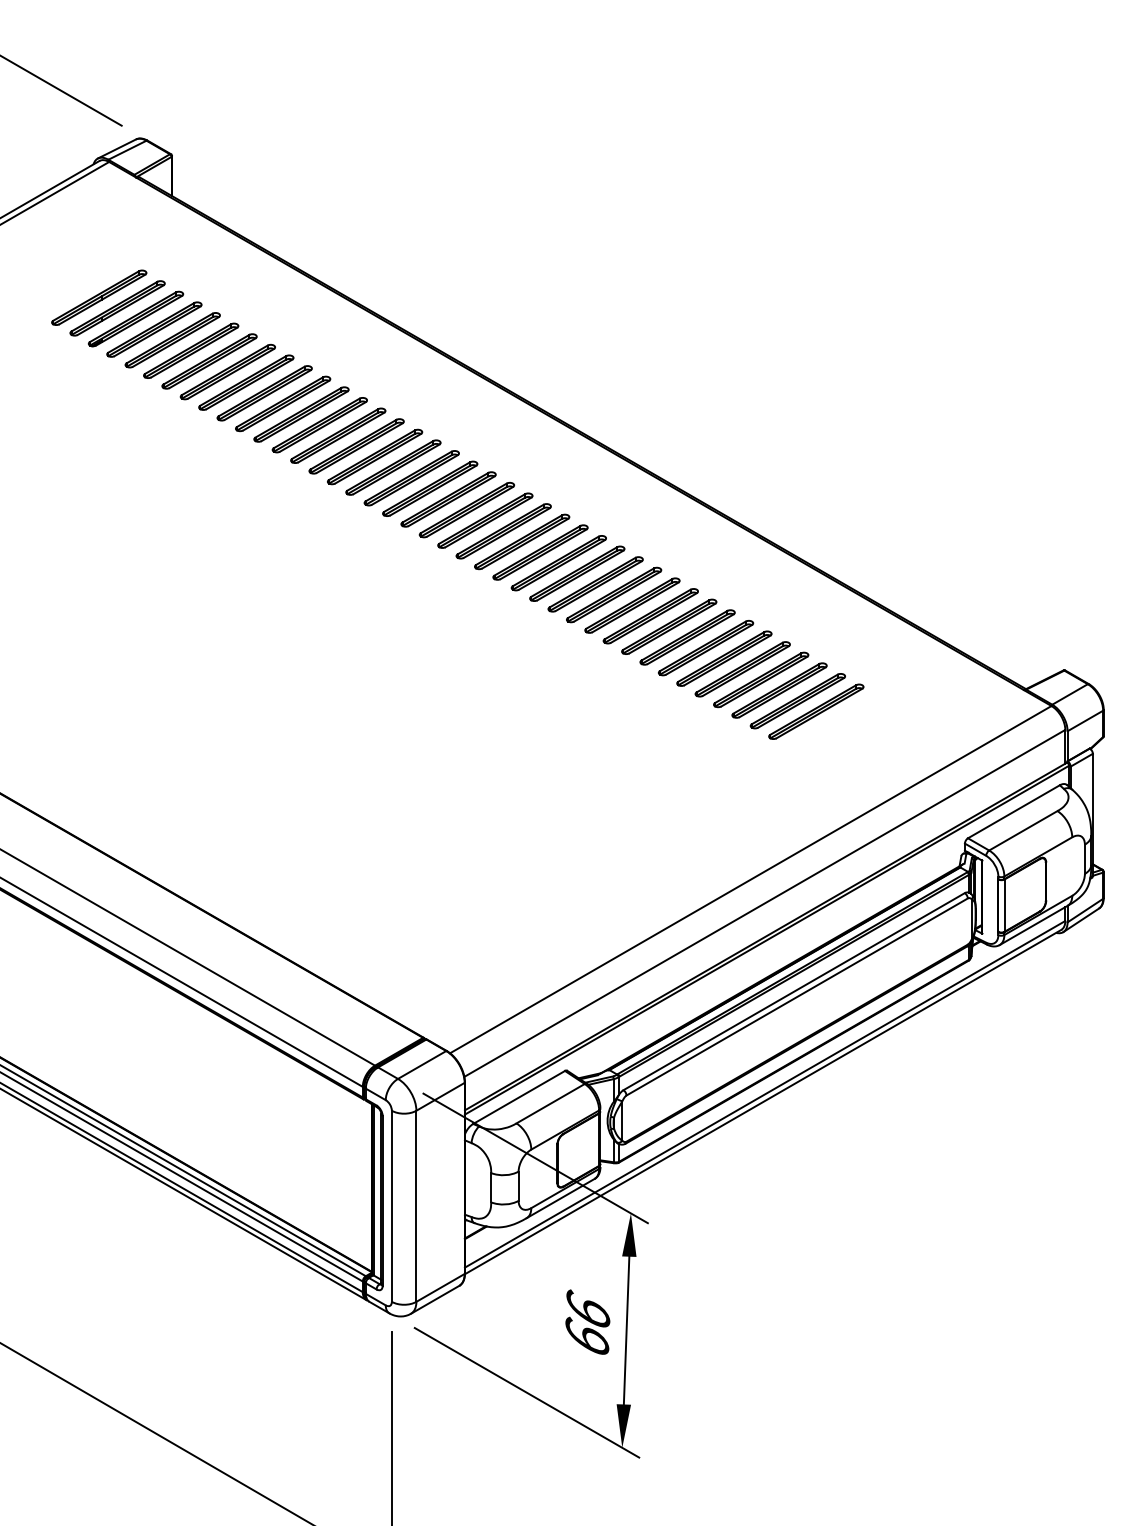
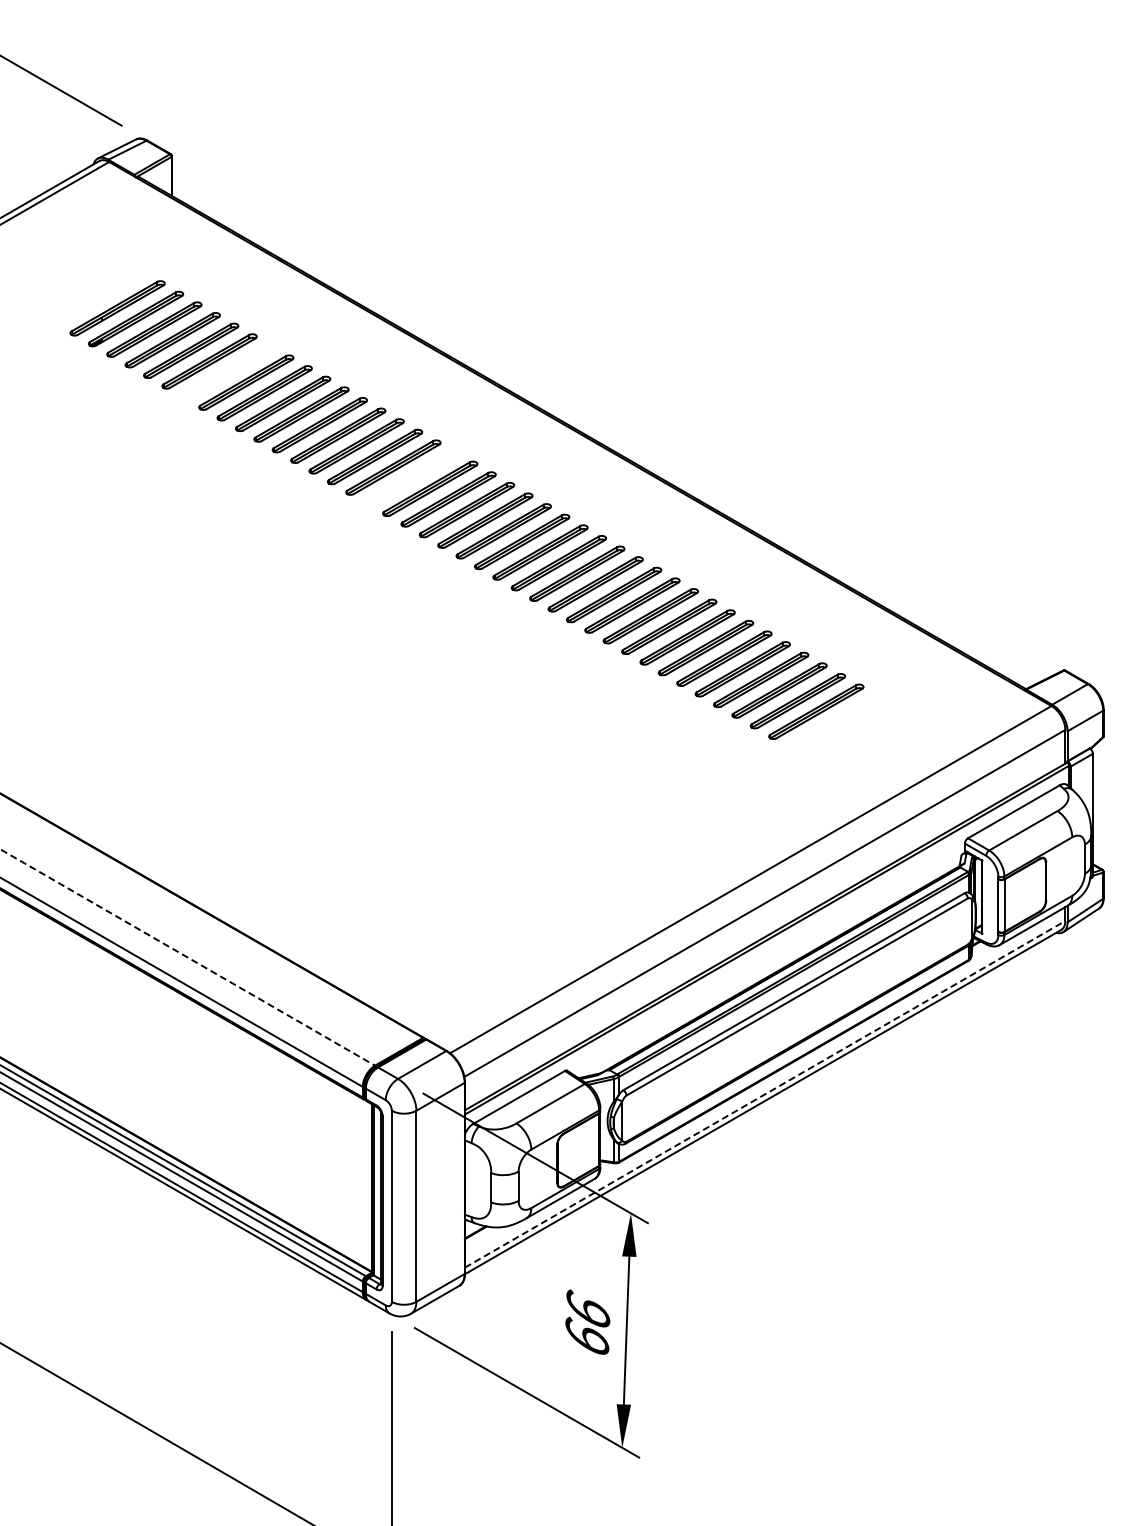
part at (99, 297): present -> none
part at (227, 372): present -> none
part at (411, 478): present -> none
line at (188, 957): solid -> dashed
line at (765, 1094): solid -> dashed
